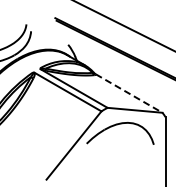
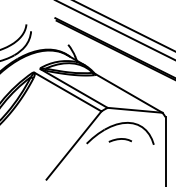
line at (115, 30): none -> present
line at (129, 93): dashed -> solid
curve at (119, 139): none -> present
